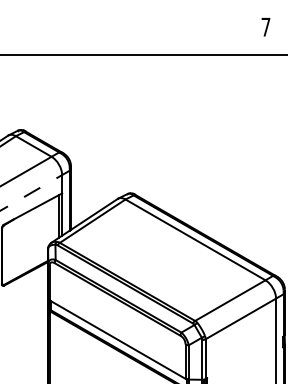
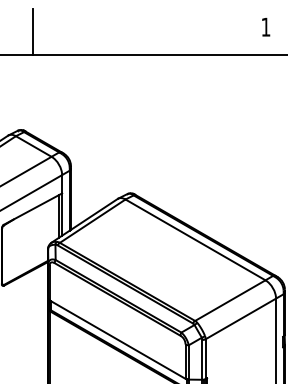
text at (265, 26): 7 -> 1
line at (32, 31): none -> present
line at (35, 190): dashed -> solid
